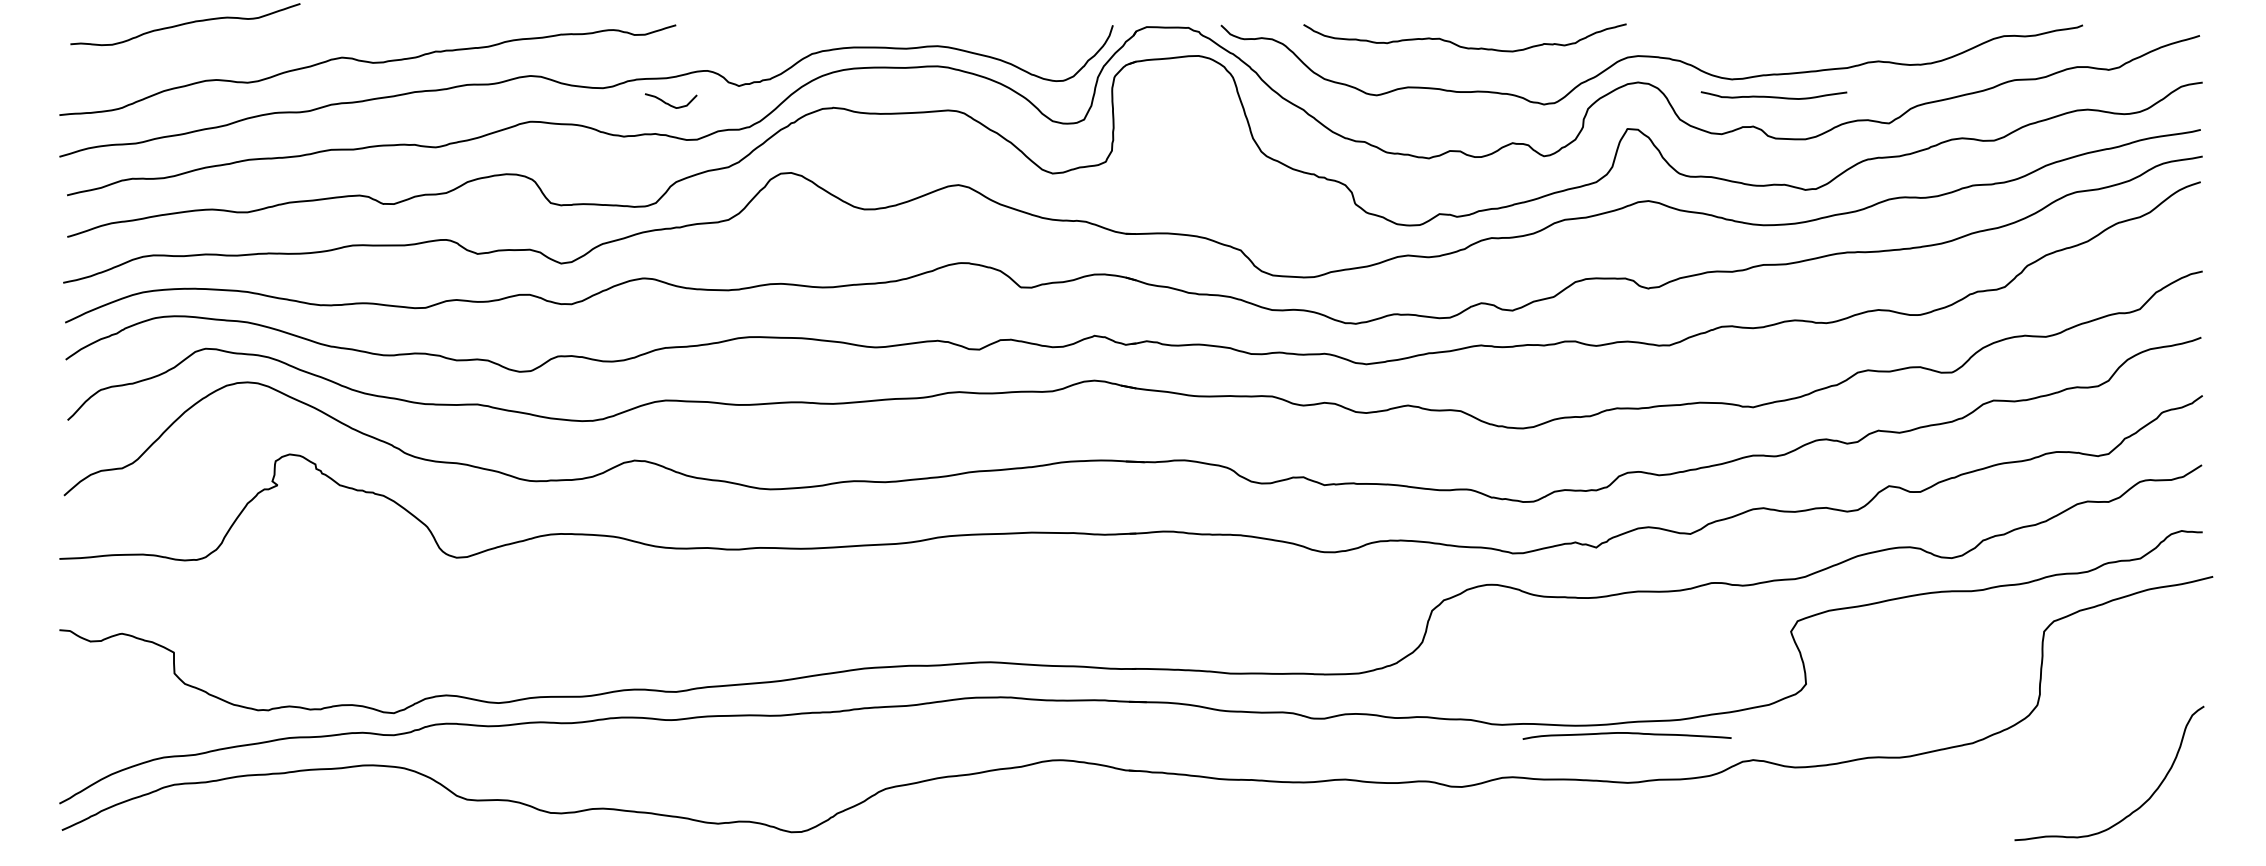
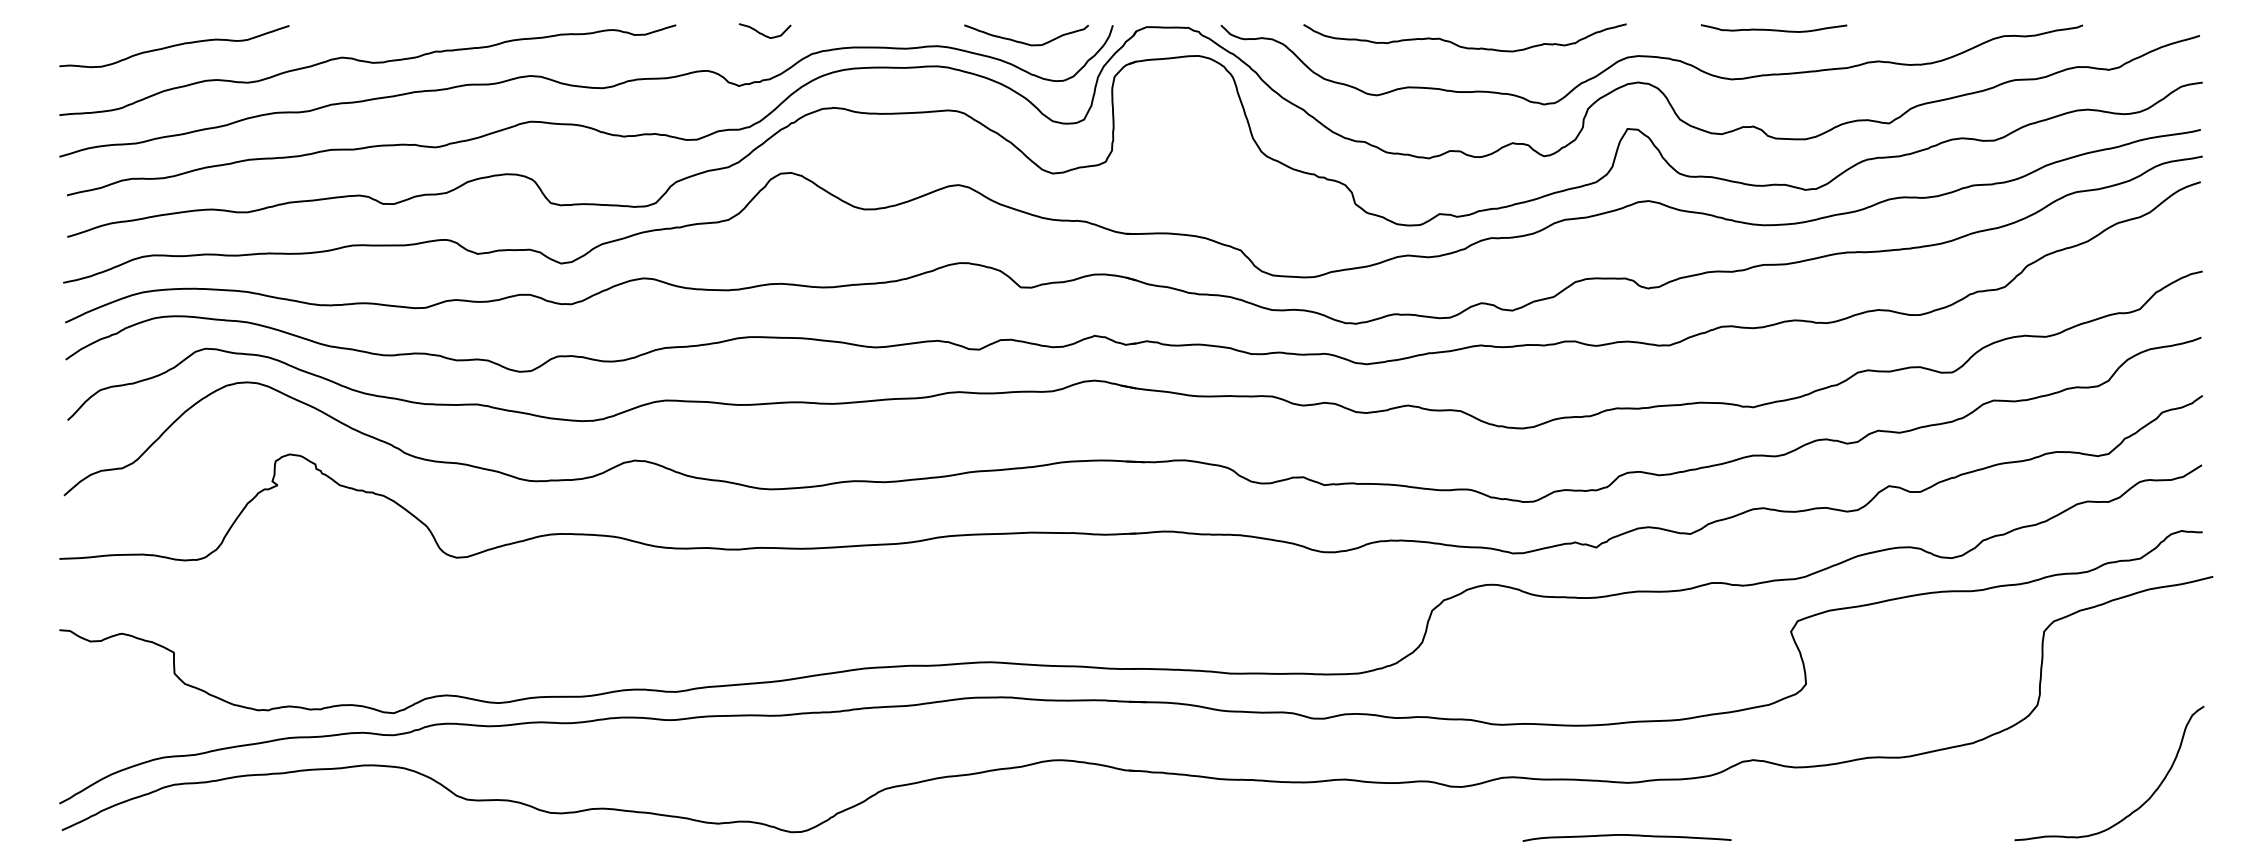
curve at (185, 24) position: (185, 24) -> (174, 46)
curve at (1025, 42): none -> present
curve at (1773, 96) position: (1773, 96) -> (1773, 29)
curve at (669, 103) position: (669, 103) -> (763, 33)
curve at (1626, 733) position: (1626, 733) -> (1626, 835)
